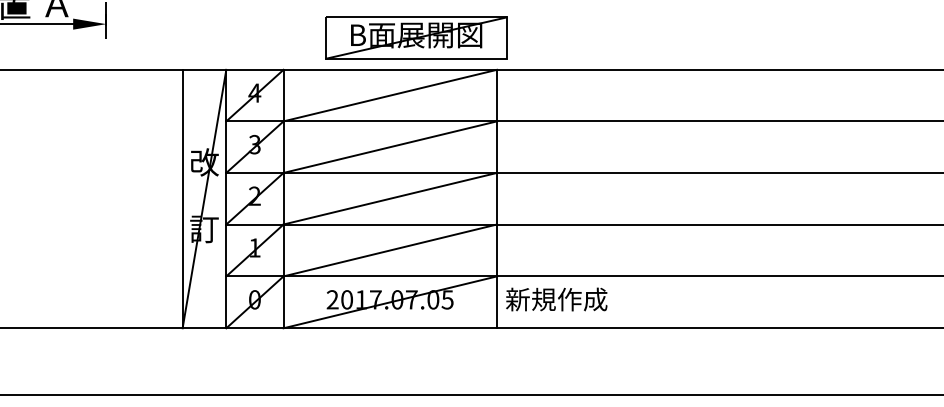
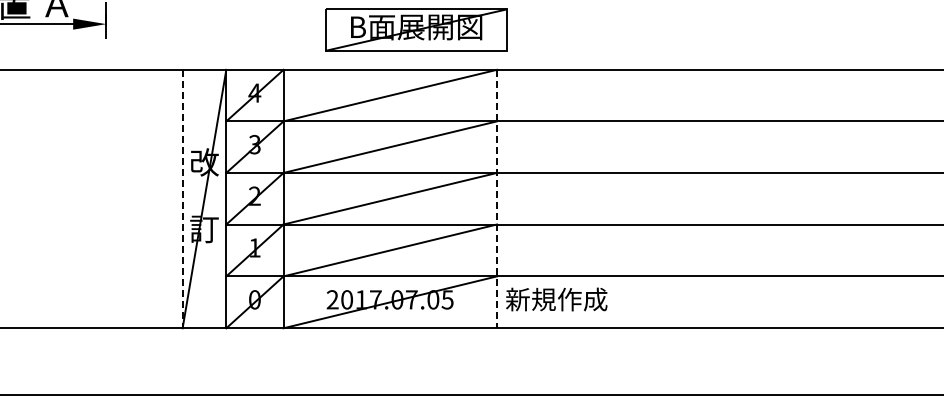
part at (416, 37) position: (416, 37) -> (416, 29)
line at (182, 199): solid -> dashed
line at (497, 199): solid -> dashed
